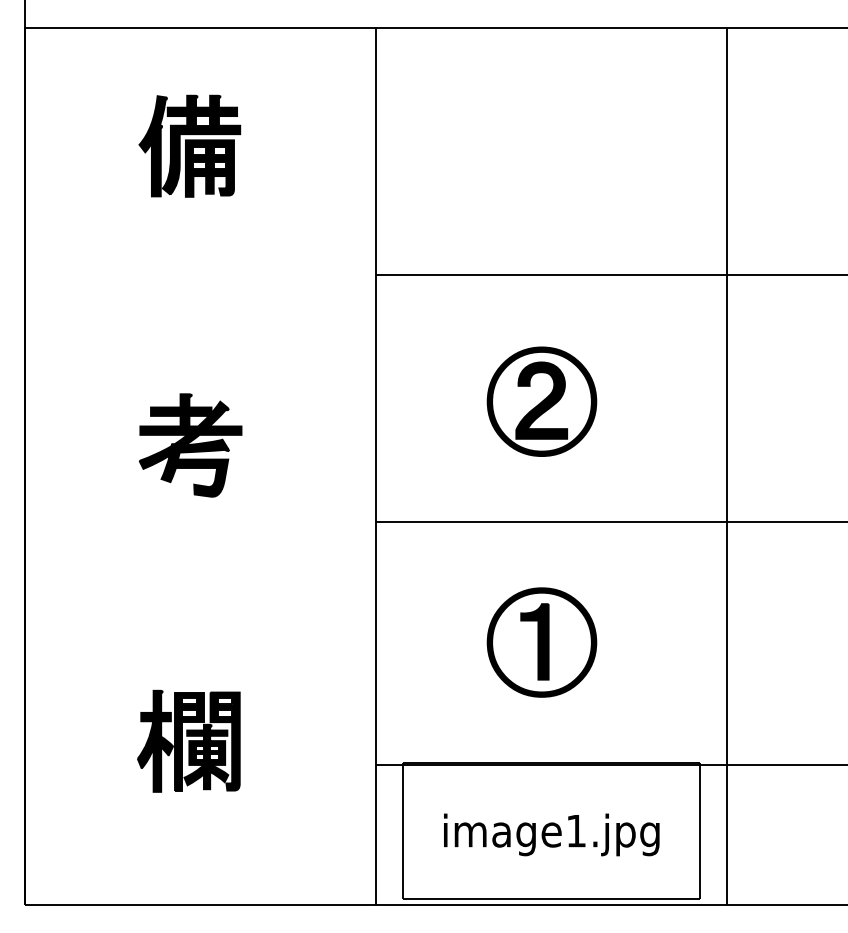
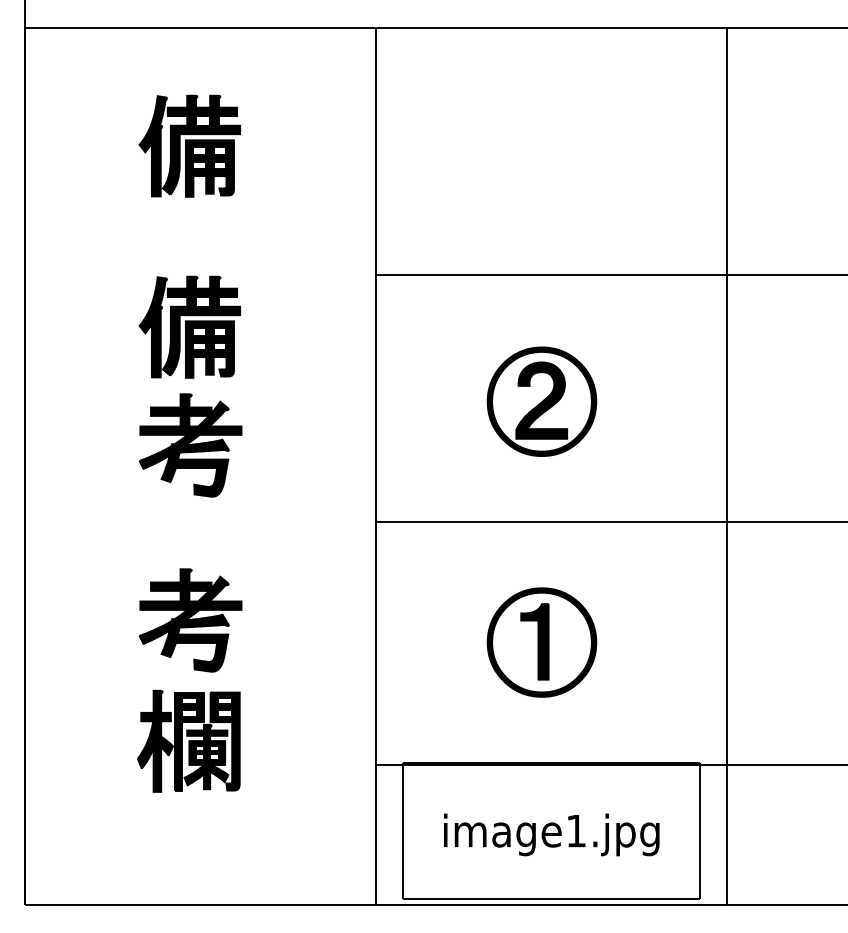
part at (189, 326): none -> present
part at (190, 620): none -> present
